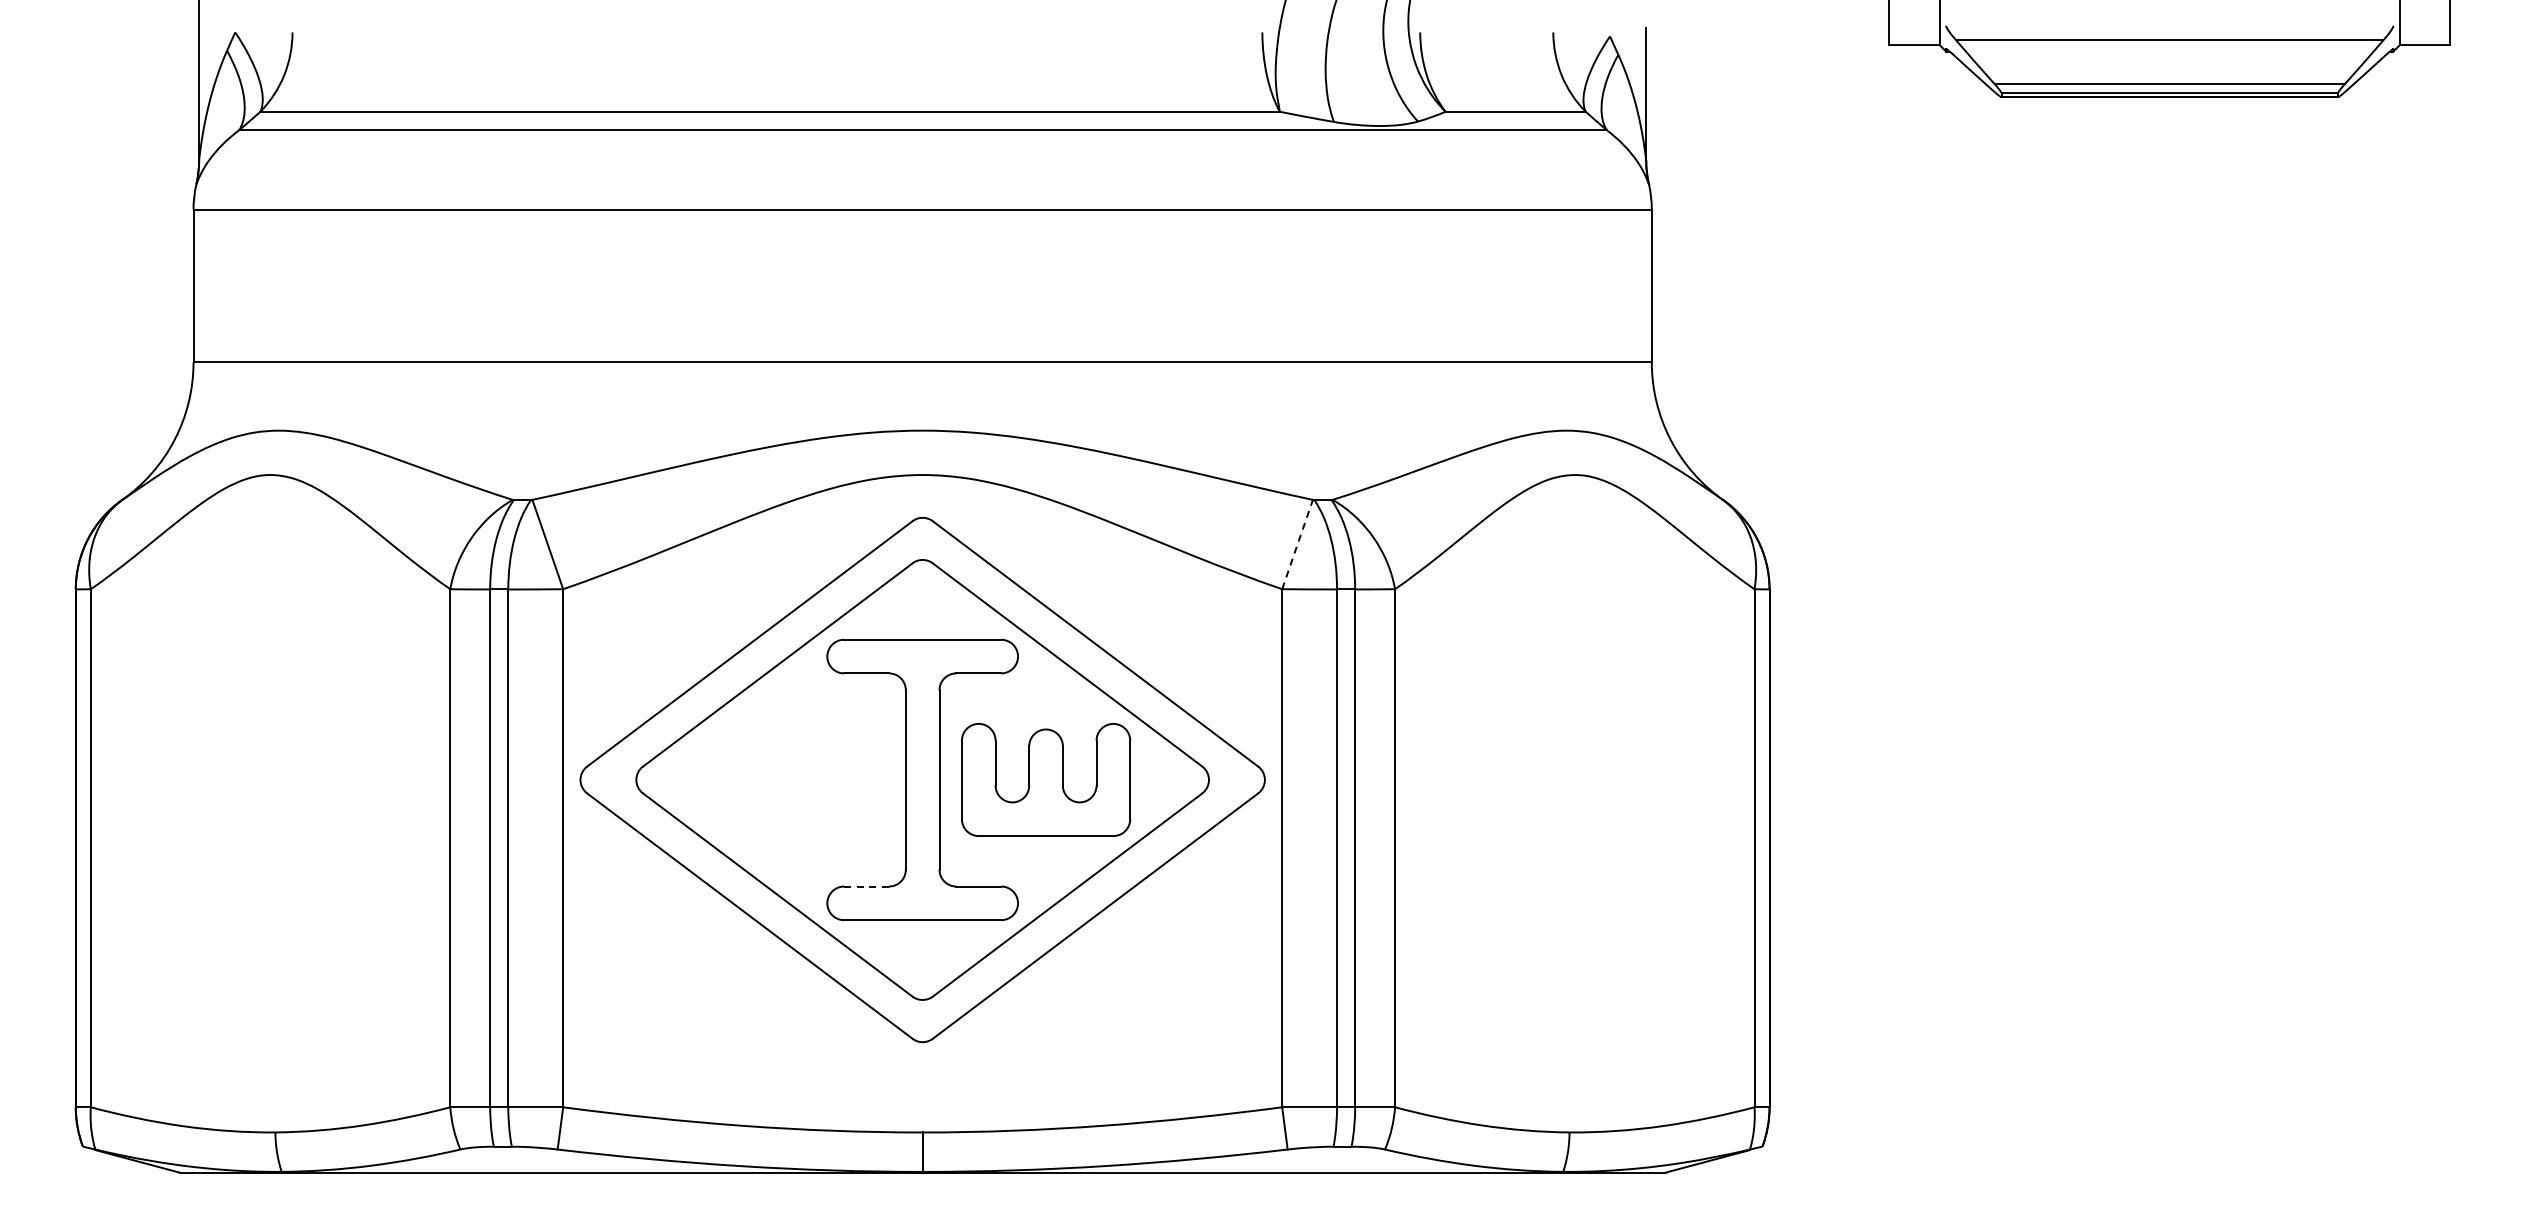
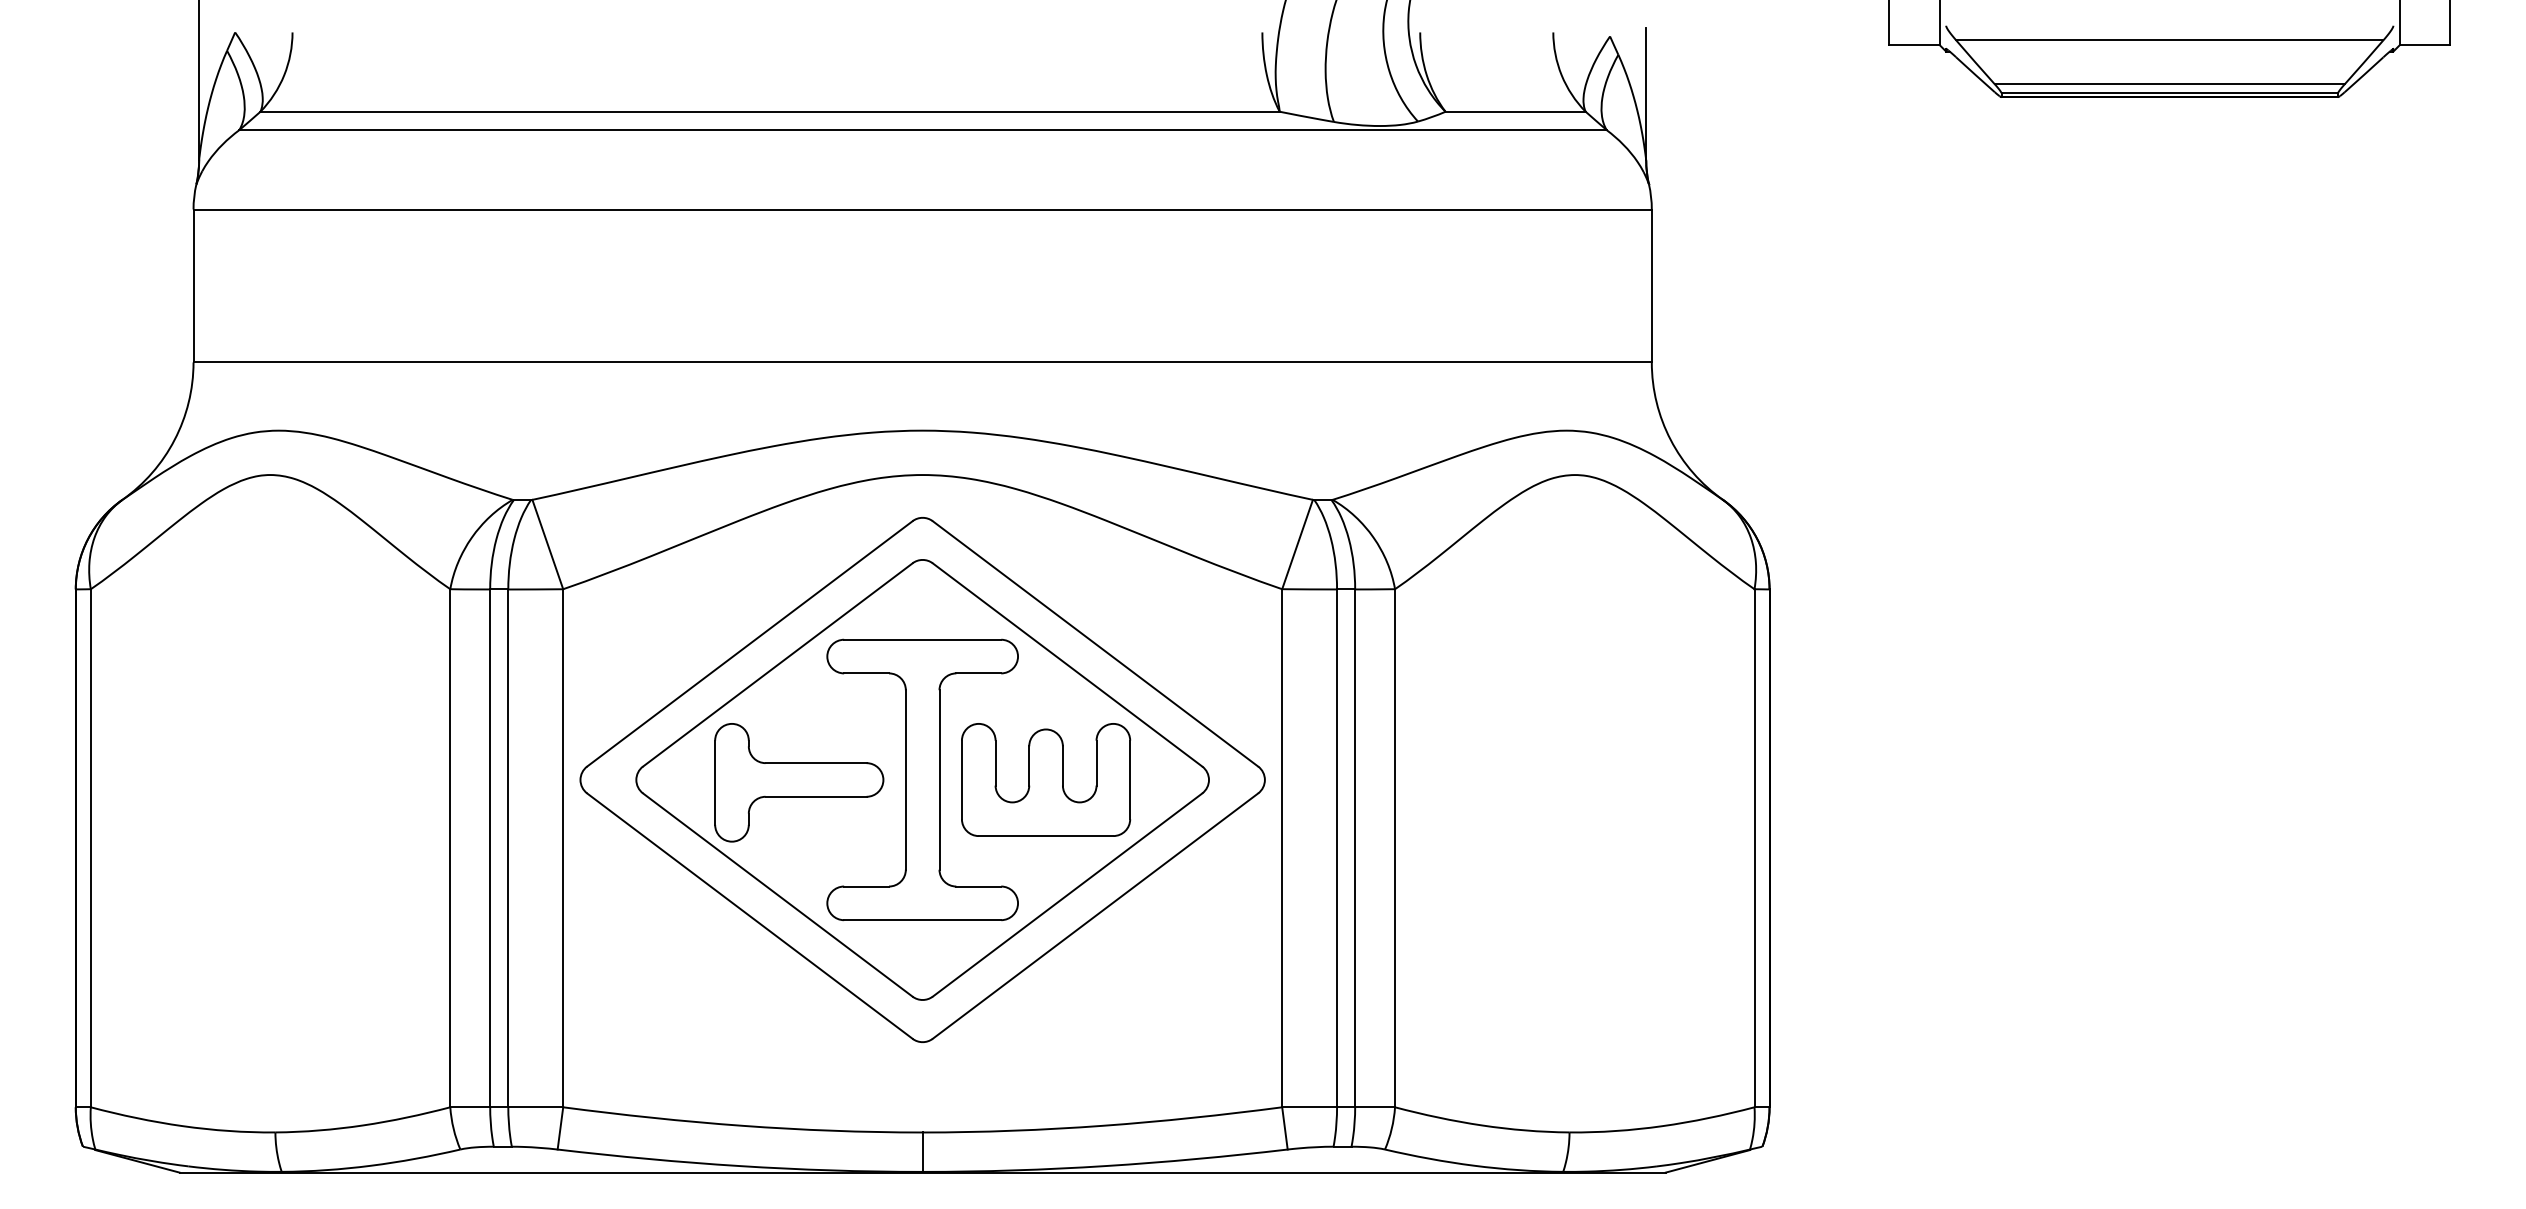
line at (1297, 544): dashed -> solid
part at (799, 782): none -> present
line at (866, 886): dashed -> solid
